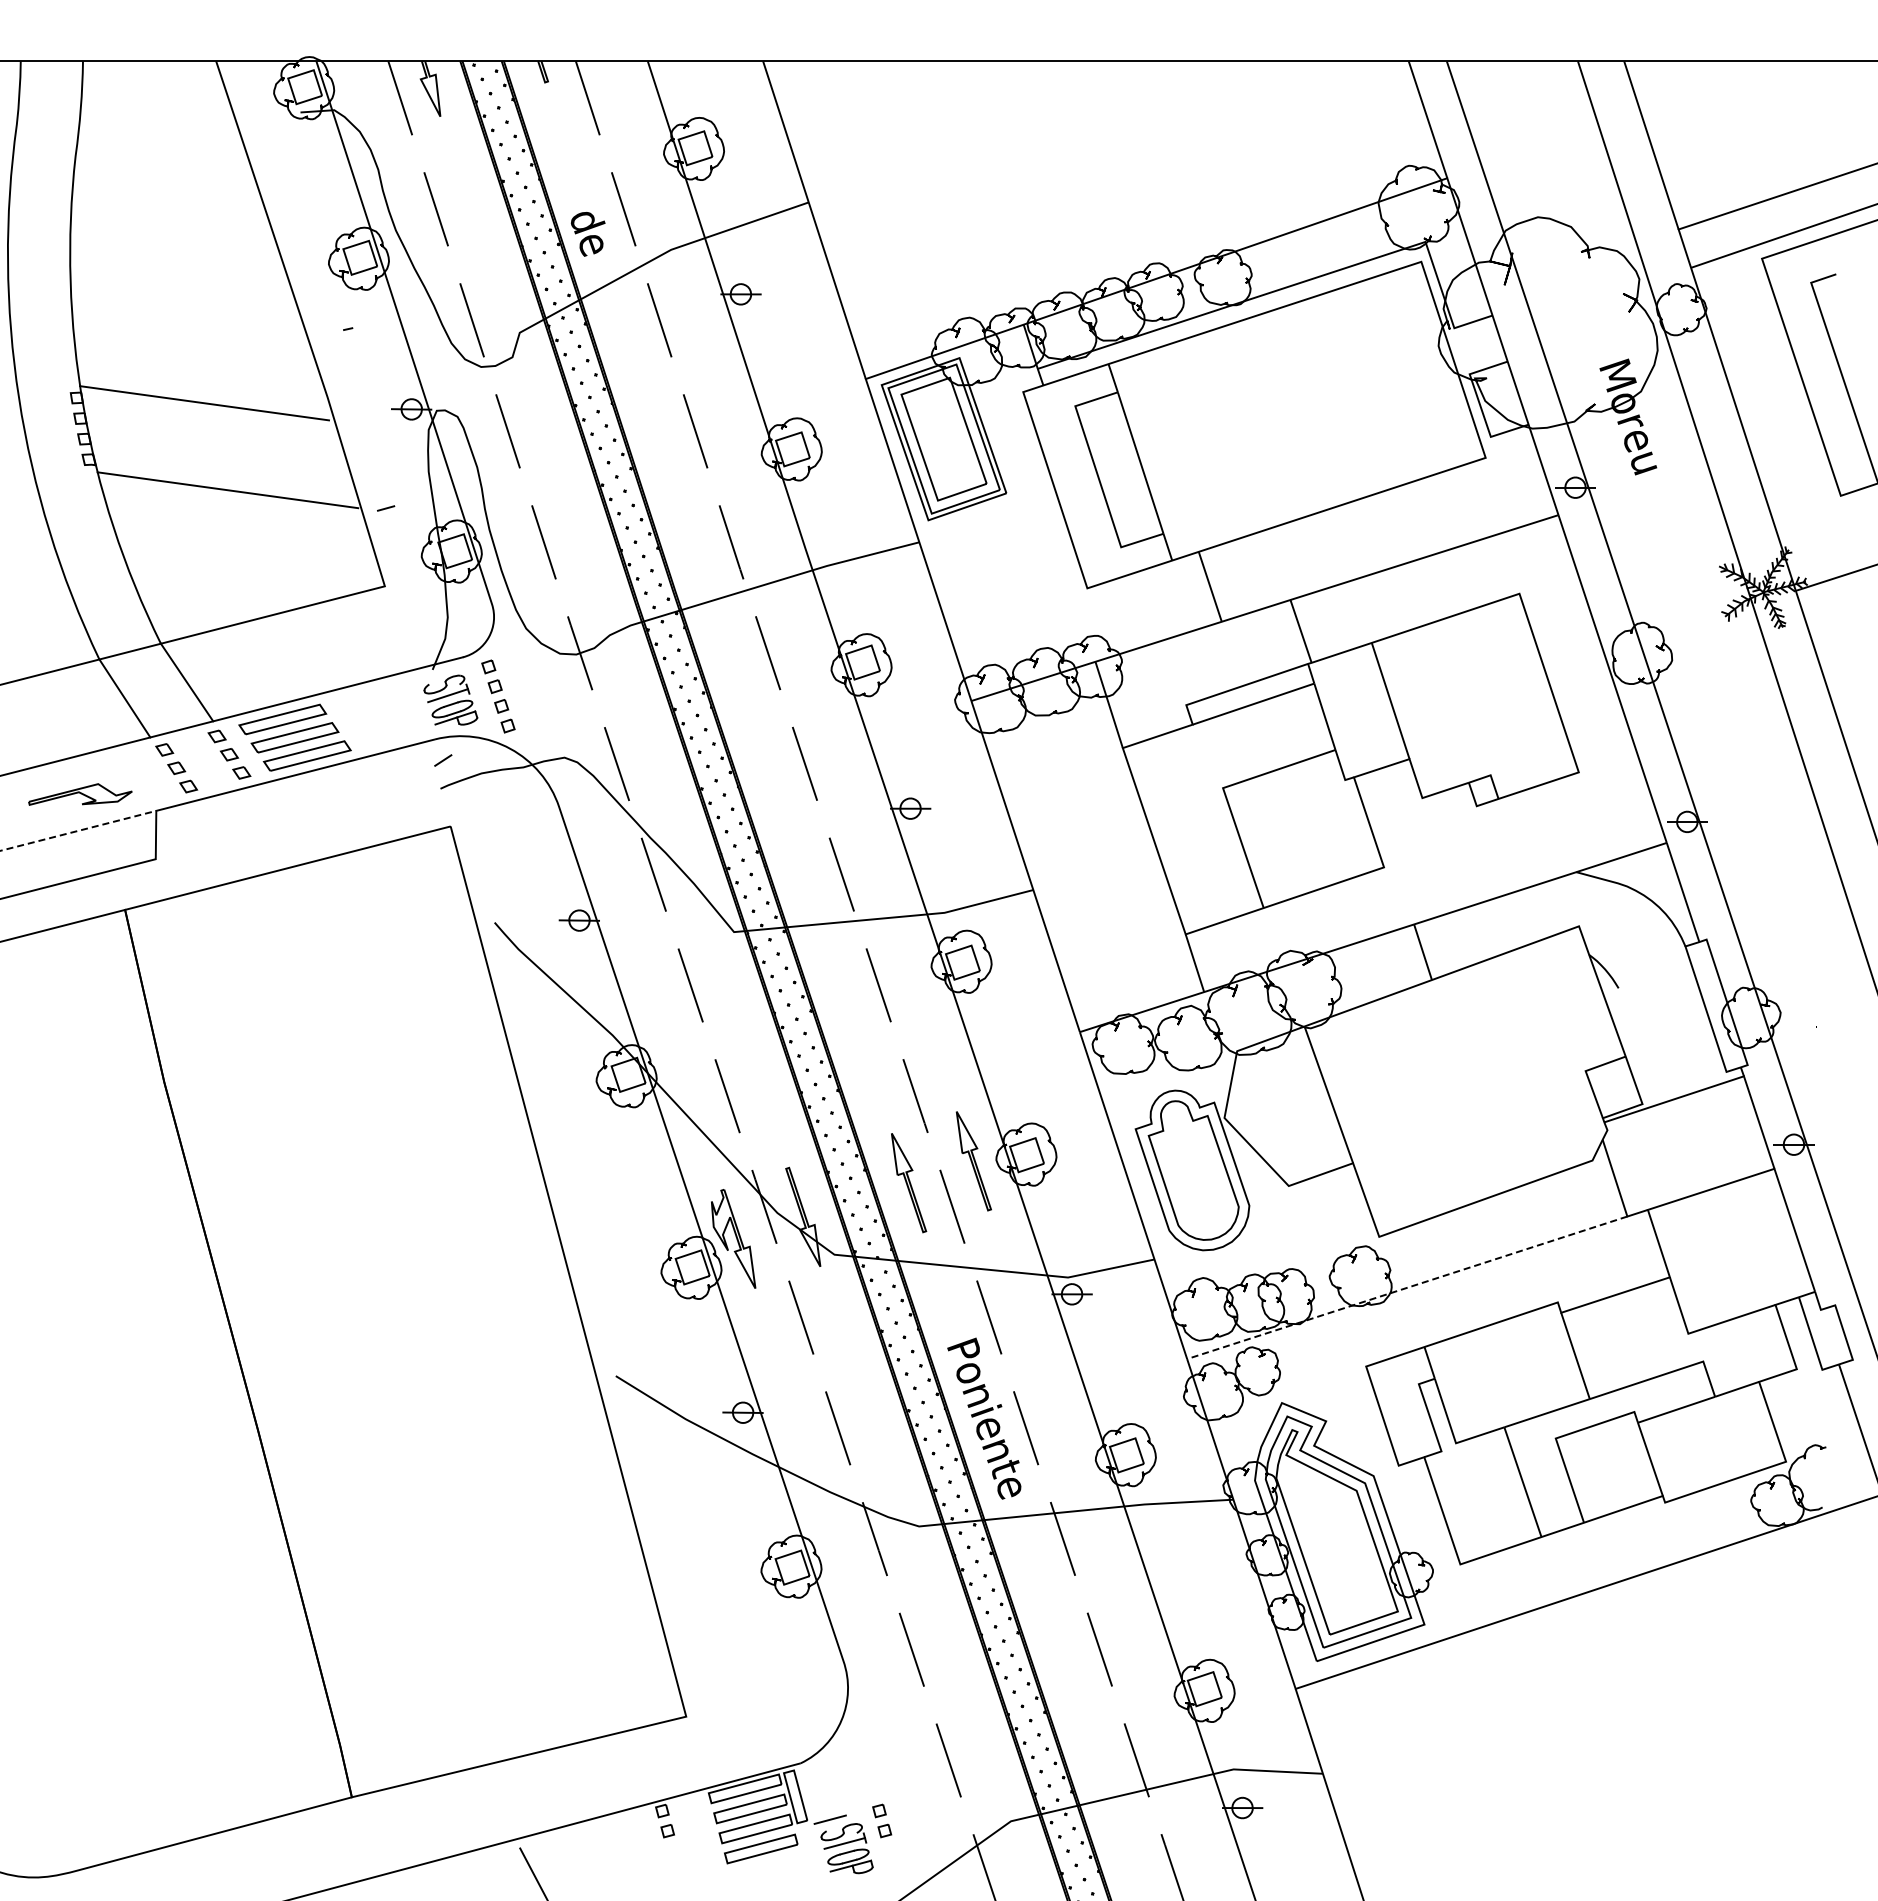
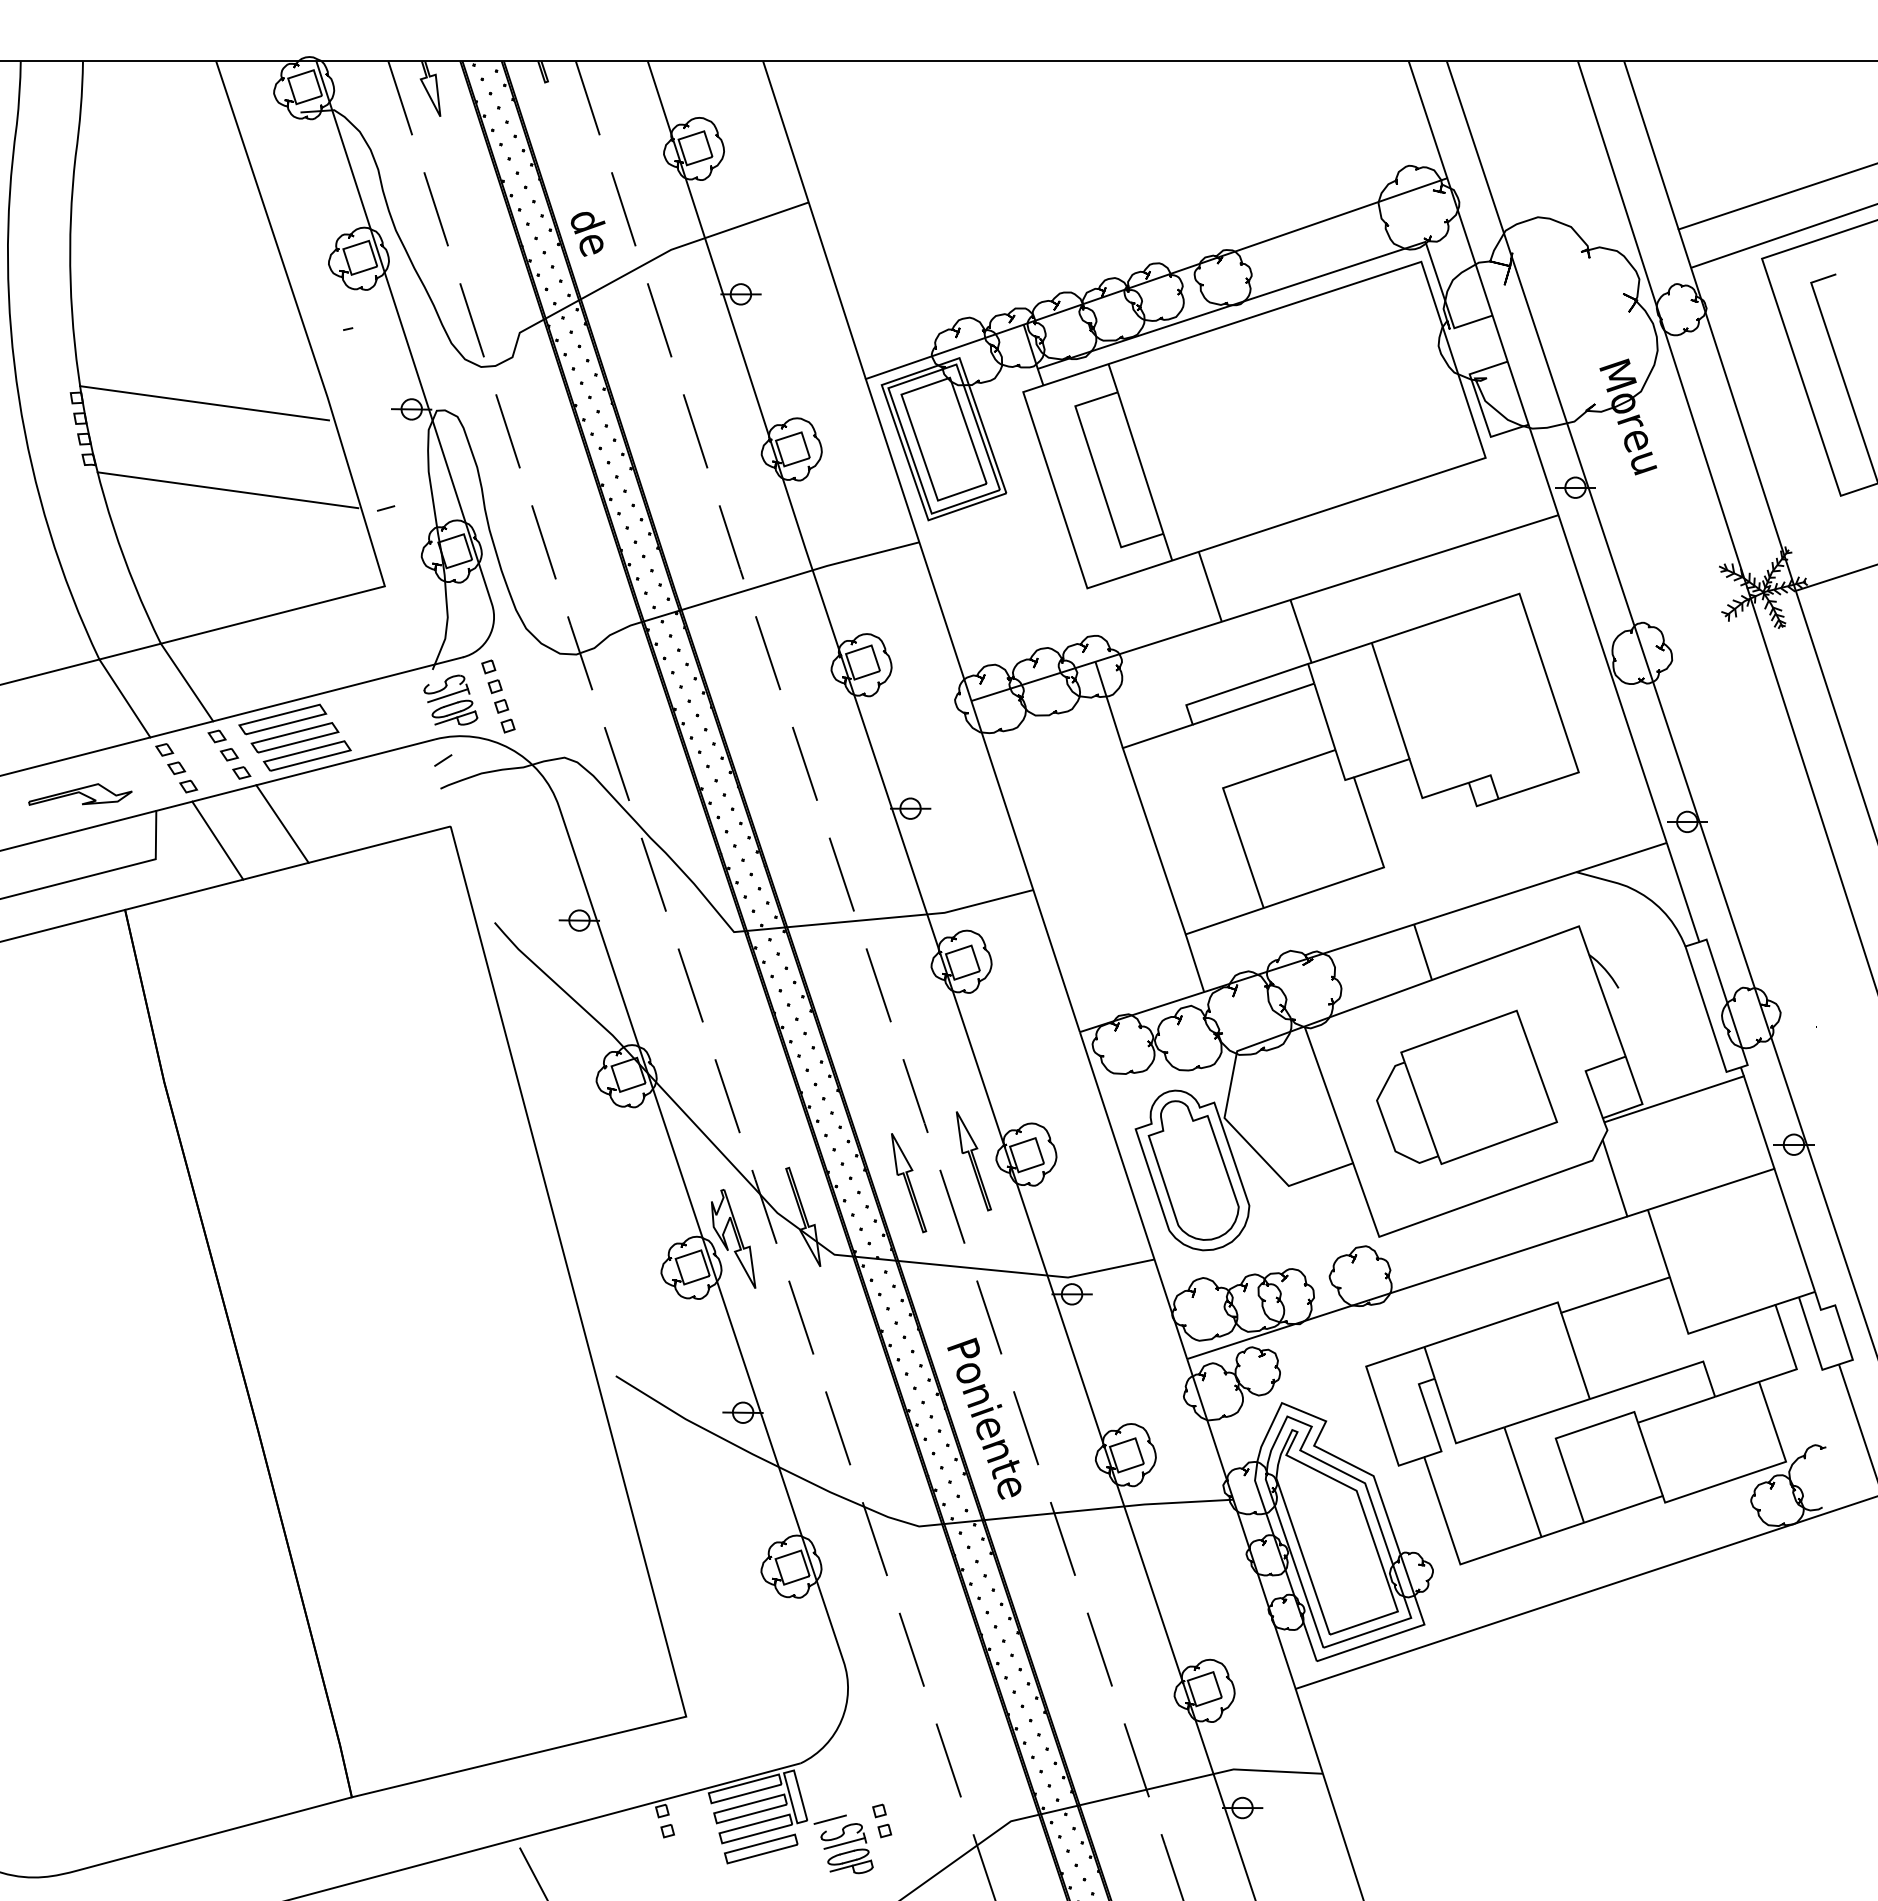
line at (282, 823): none -> present
line at (78, 830): dashed -> solid
line at (217, 840): none -> present
part at (1467, 1086): none -> present
line at (1406, 1287): dashed -> solid
